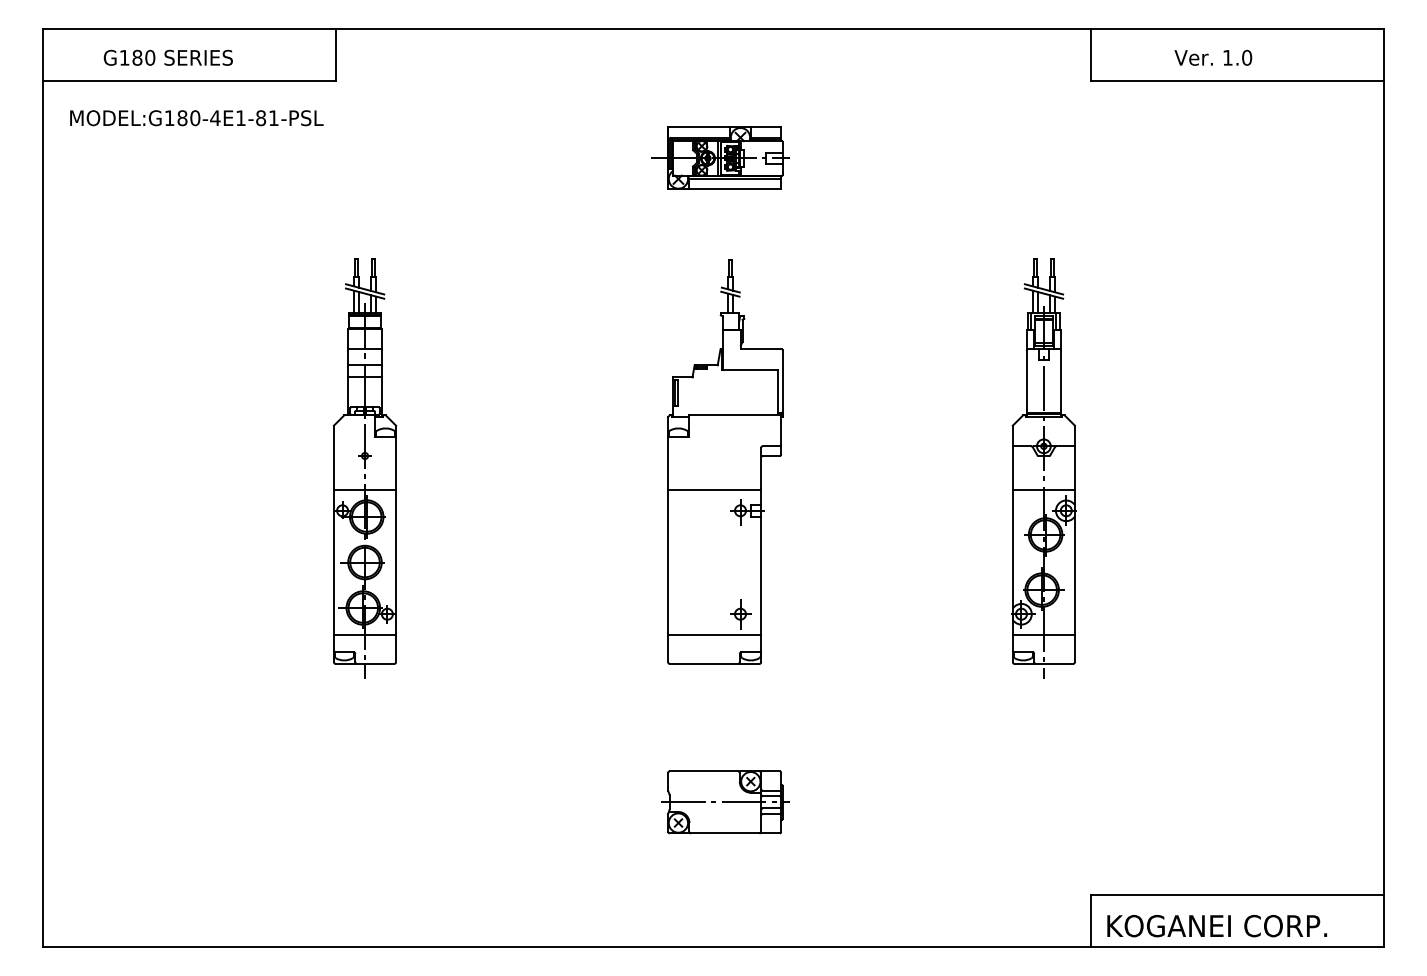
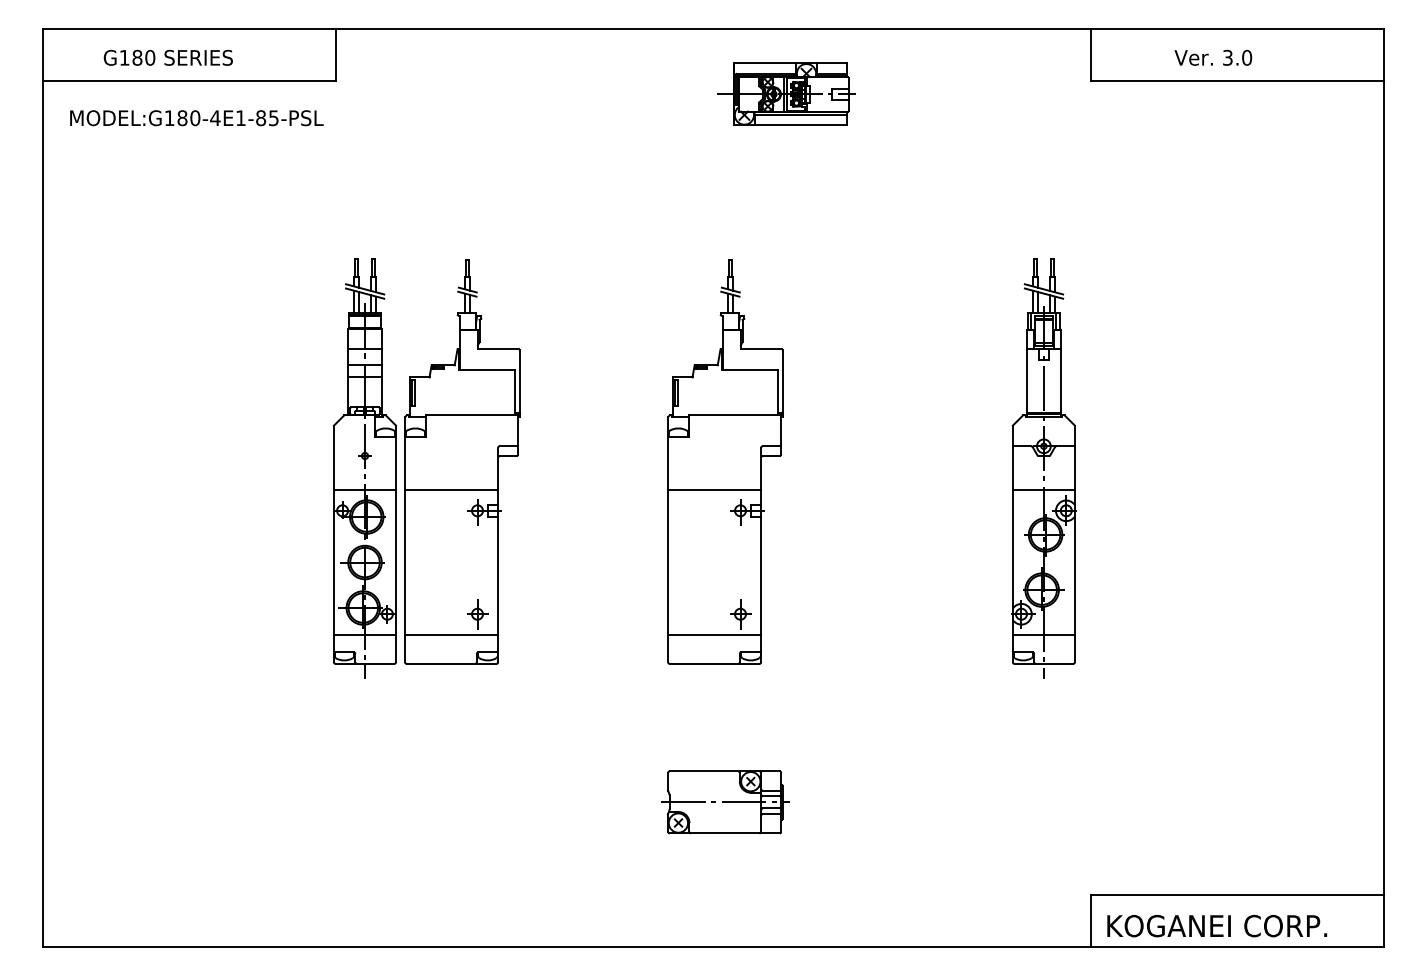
text at (1227, 57): 1.0 -> 3.0
text at (273, 118): MODEL:G180-4E1-81-PSL -> MODEL:G180-4E1-85-PSL
part at (720, 157) position: (720, 157) -> (786, 93)
part at (462, 461): none -> present
